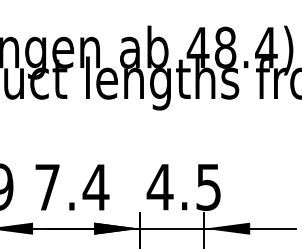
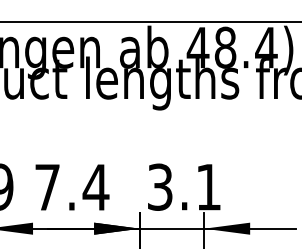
line at (150, 22): none -> present
text at (183, 186): 4.5 -> 3.1
